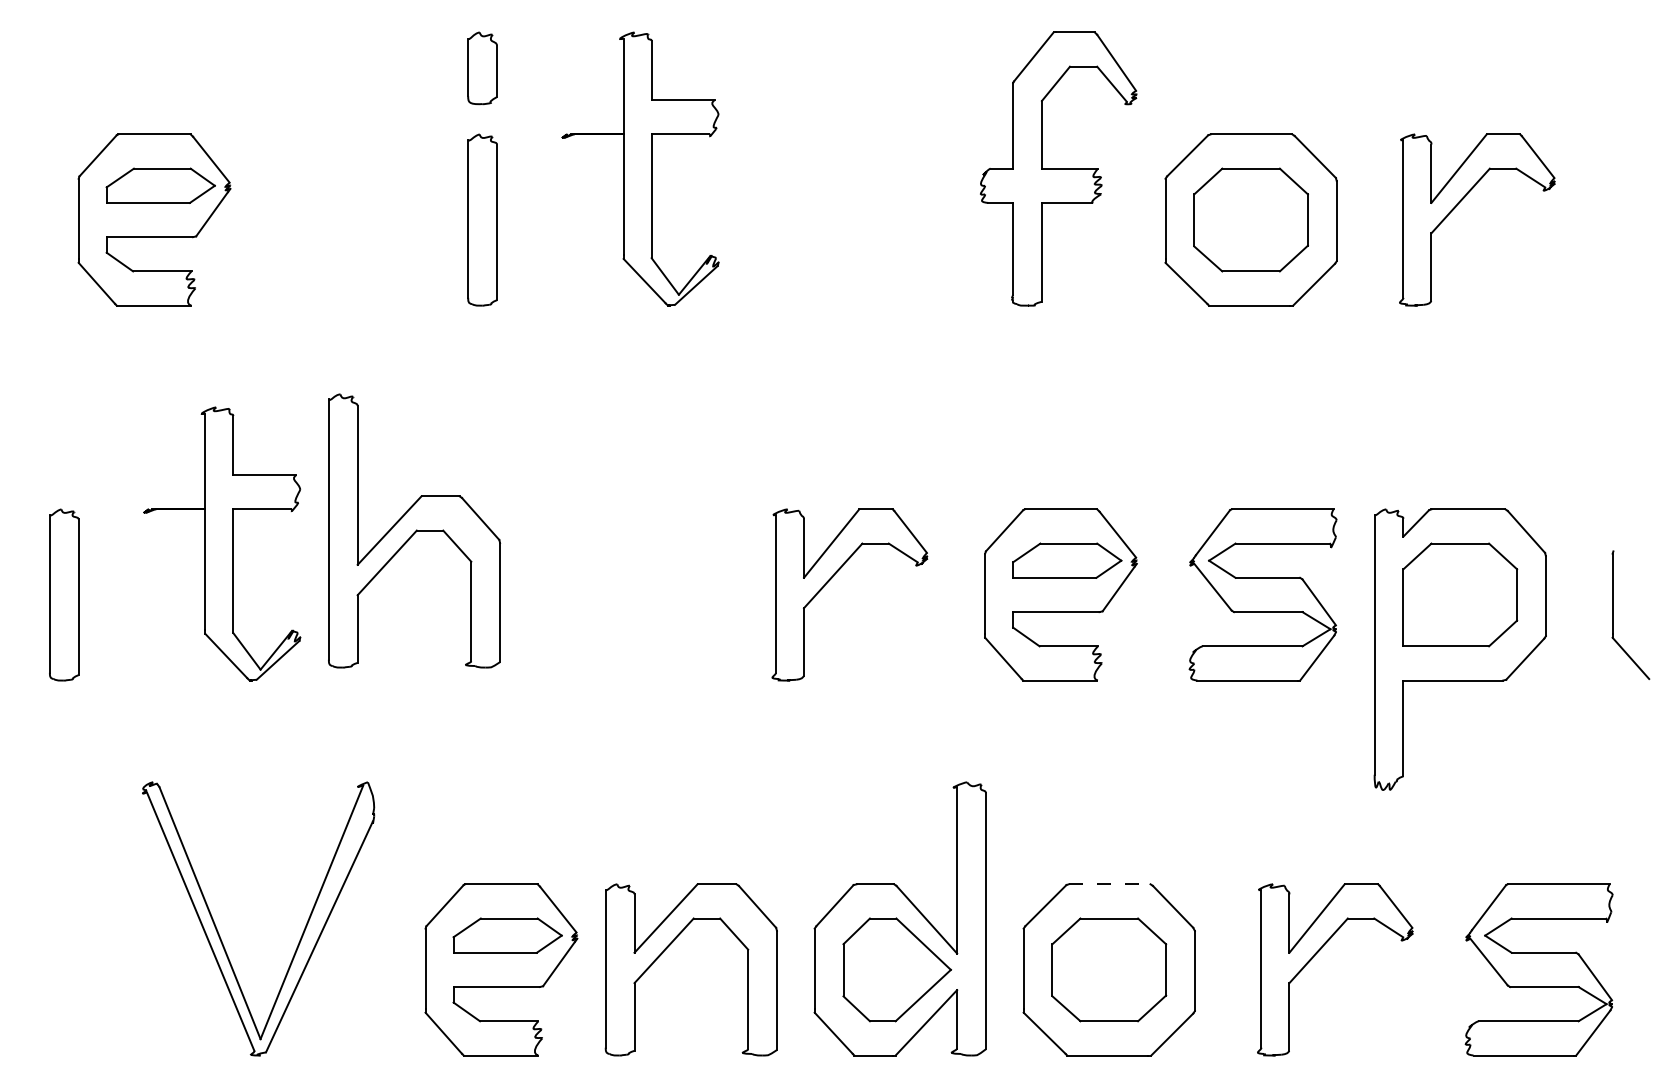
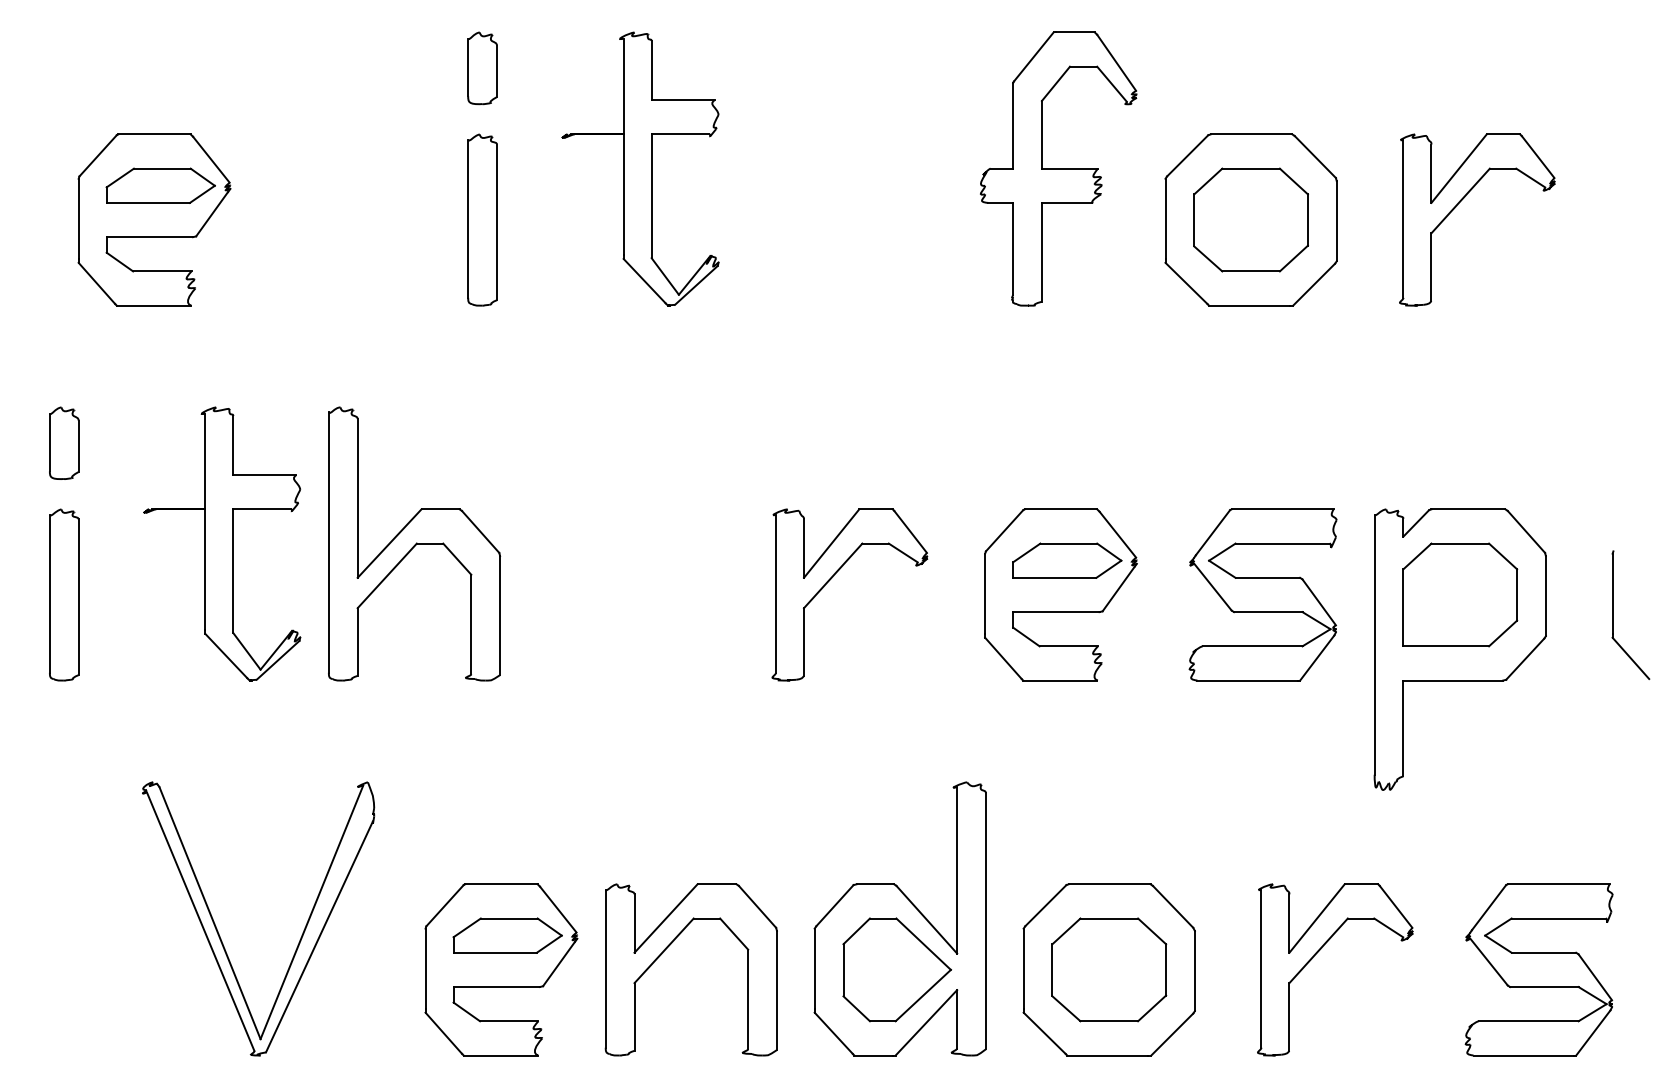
part at (64, 442): none -> present
part at (414, 530) position: (414, 530) -> (414, 543)
line at (1109, 884): dashed -> solid
